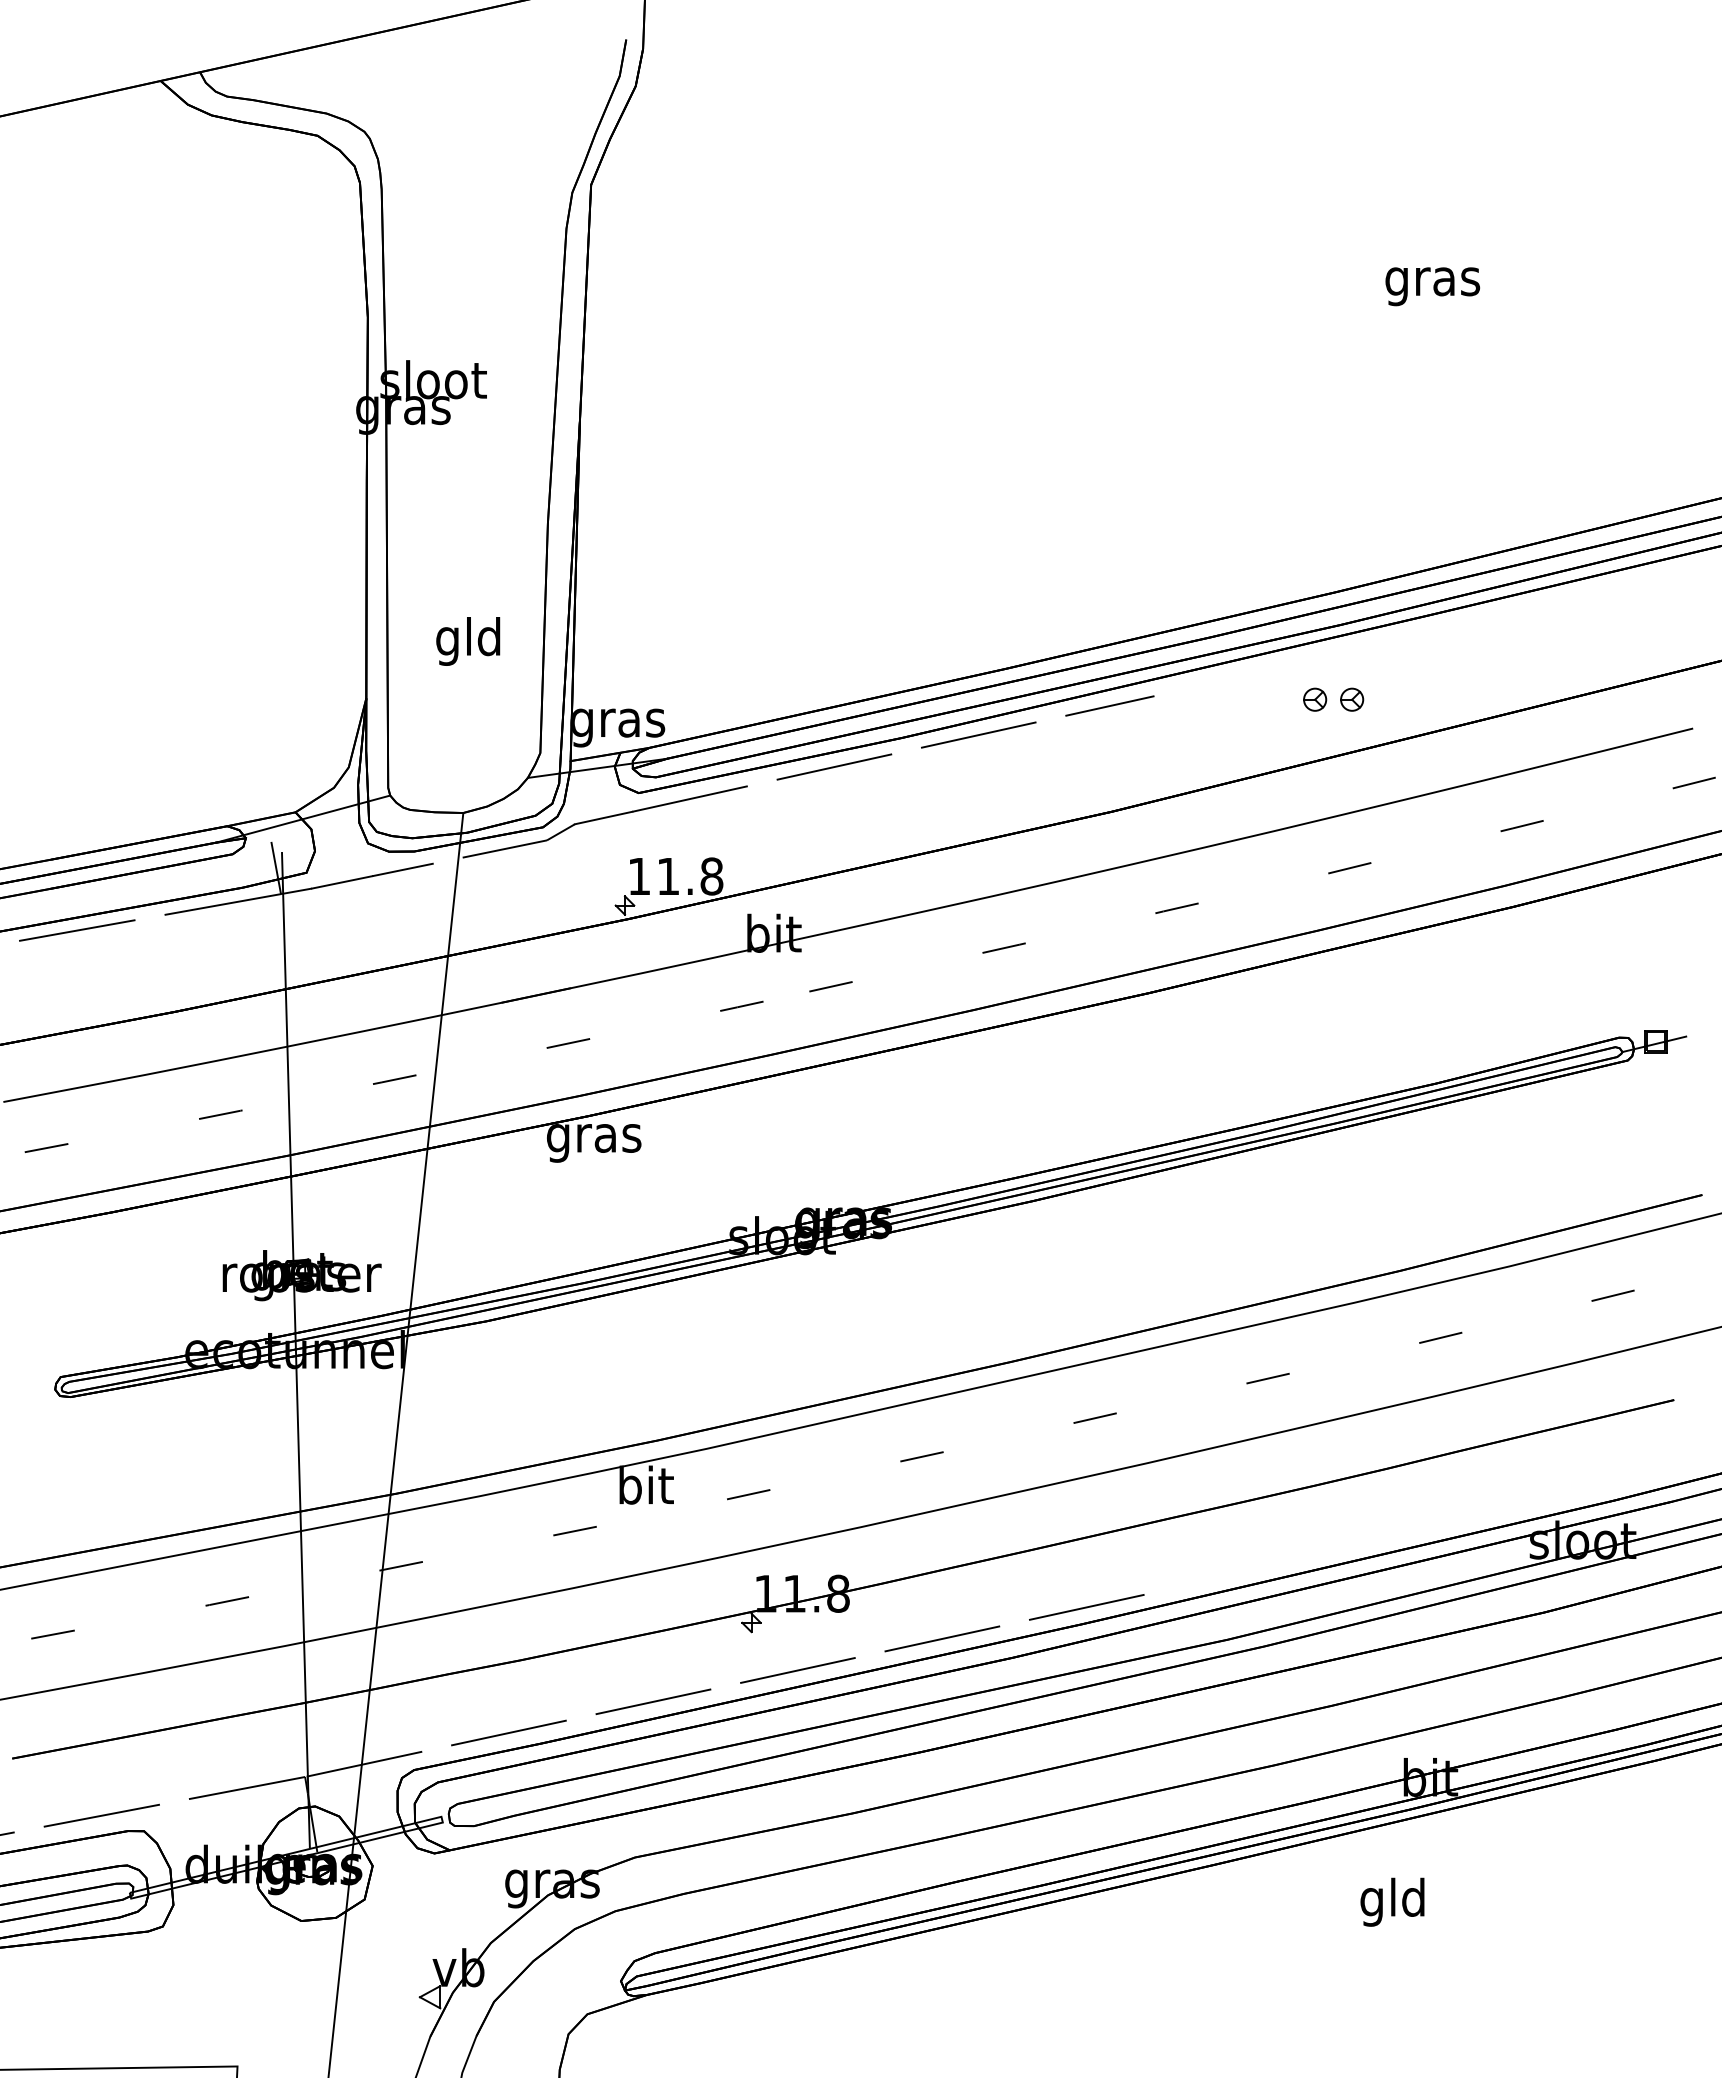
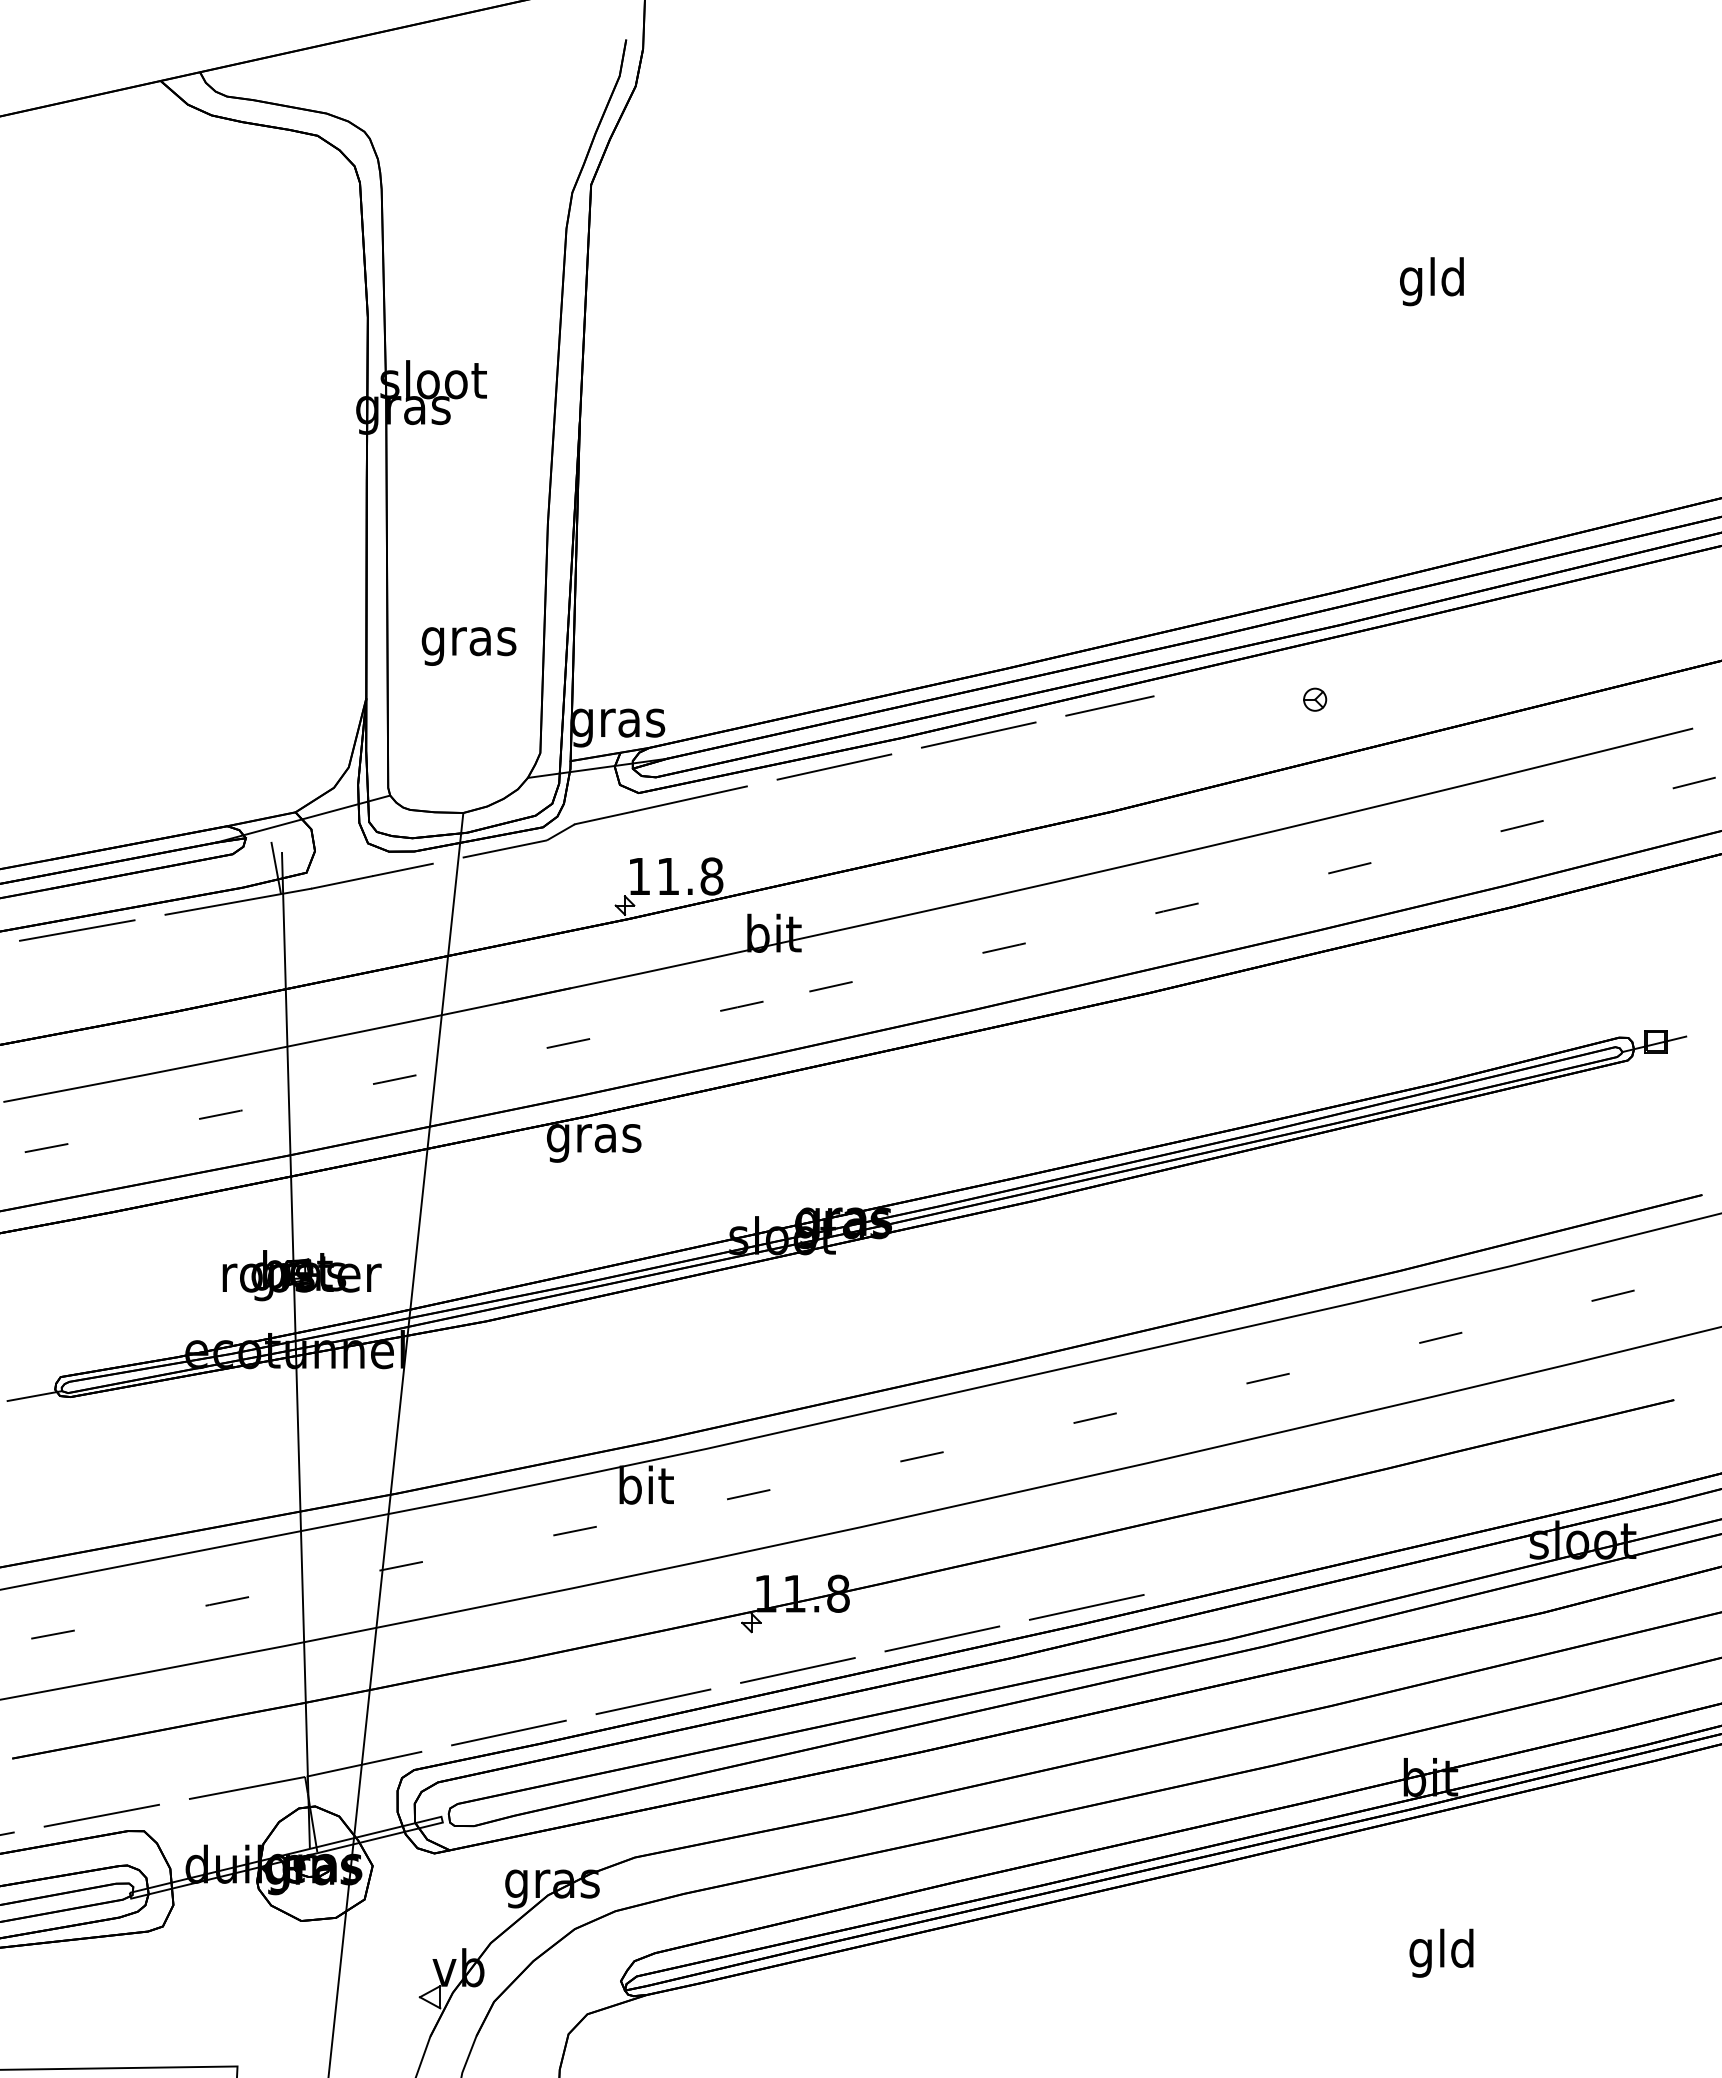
text at (1432, 281): gras -> gld
text at (468, 641): gld -> gras
part at (1352, 699): present -> none
line at (34, 1396): none -> present
text at (1392, 1901) position: (1392, 1901) -> (1441, 1952)
